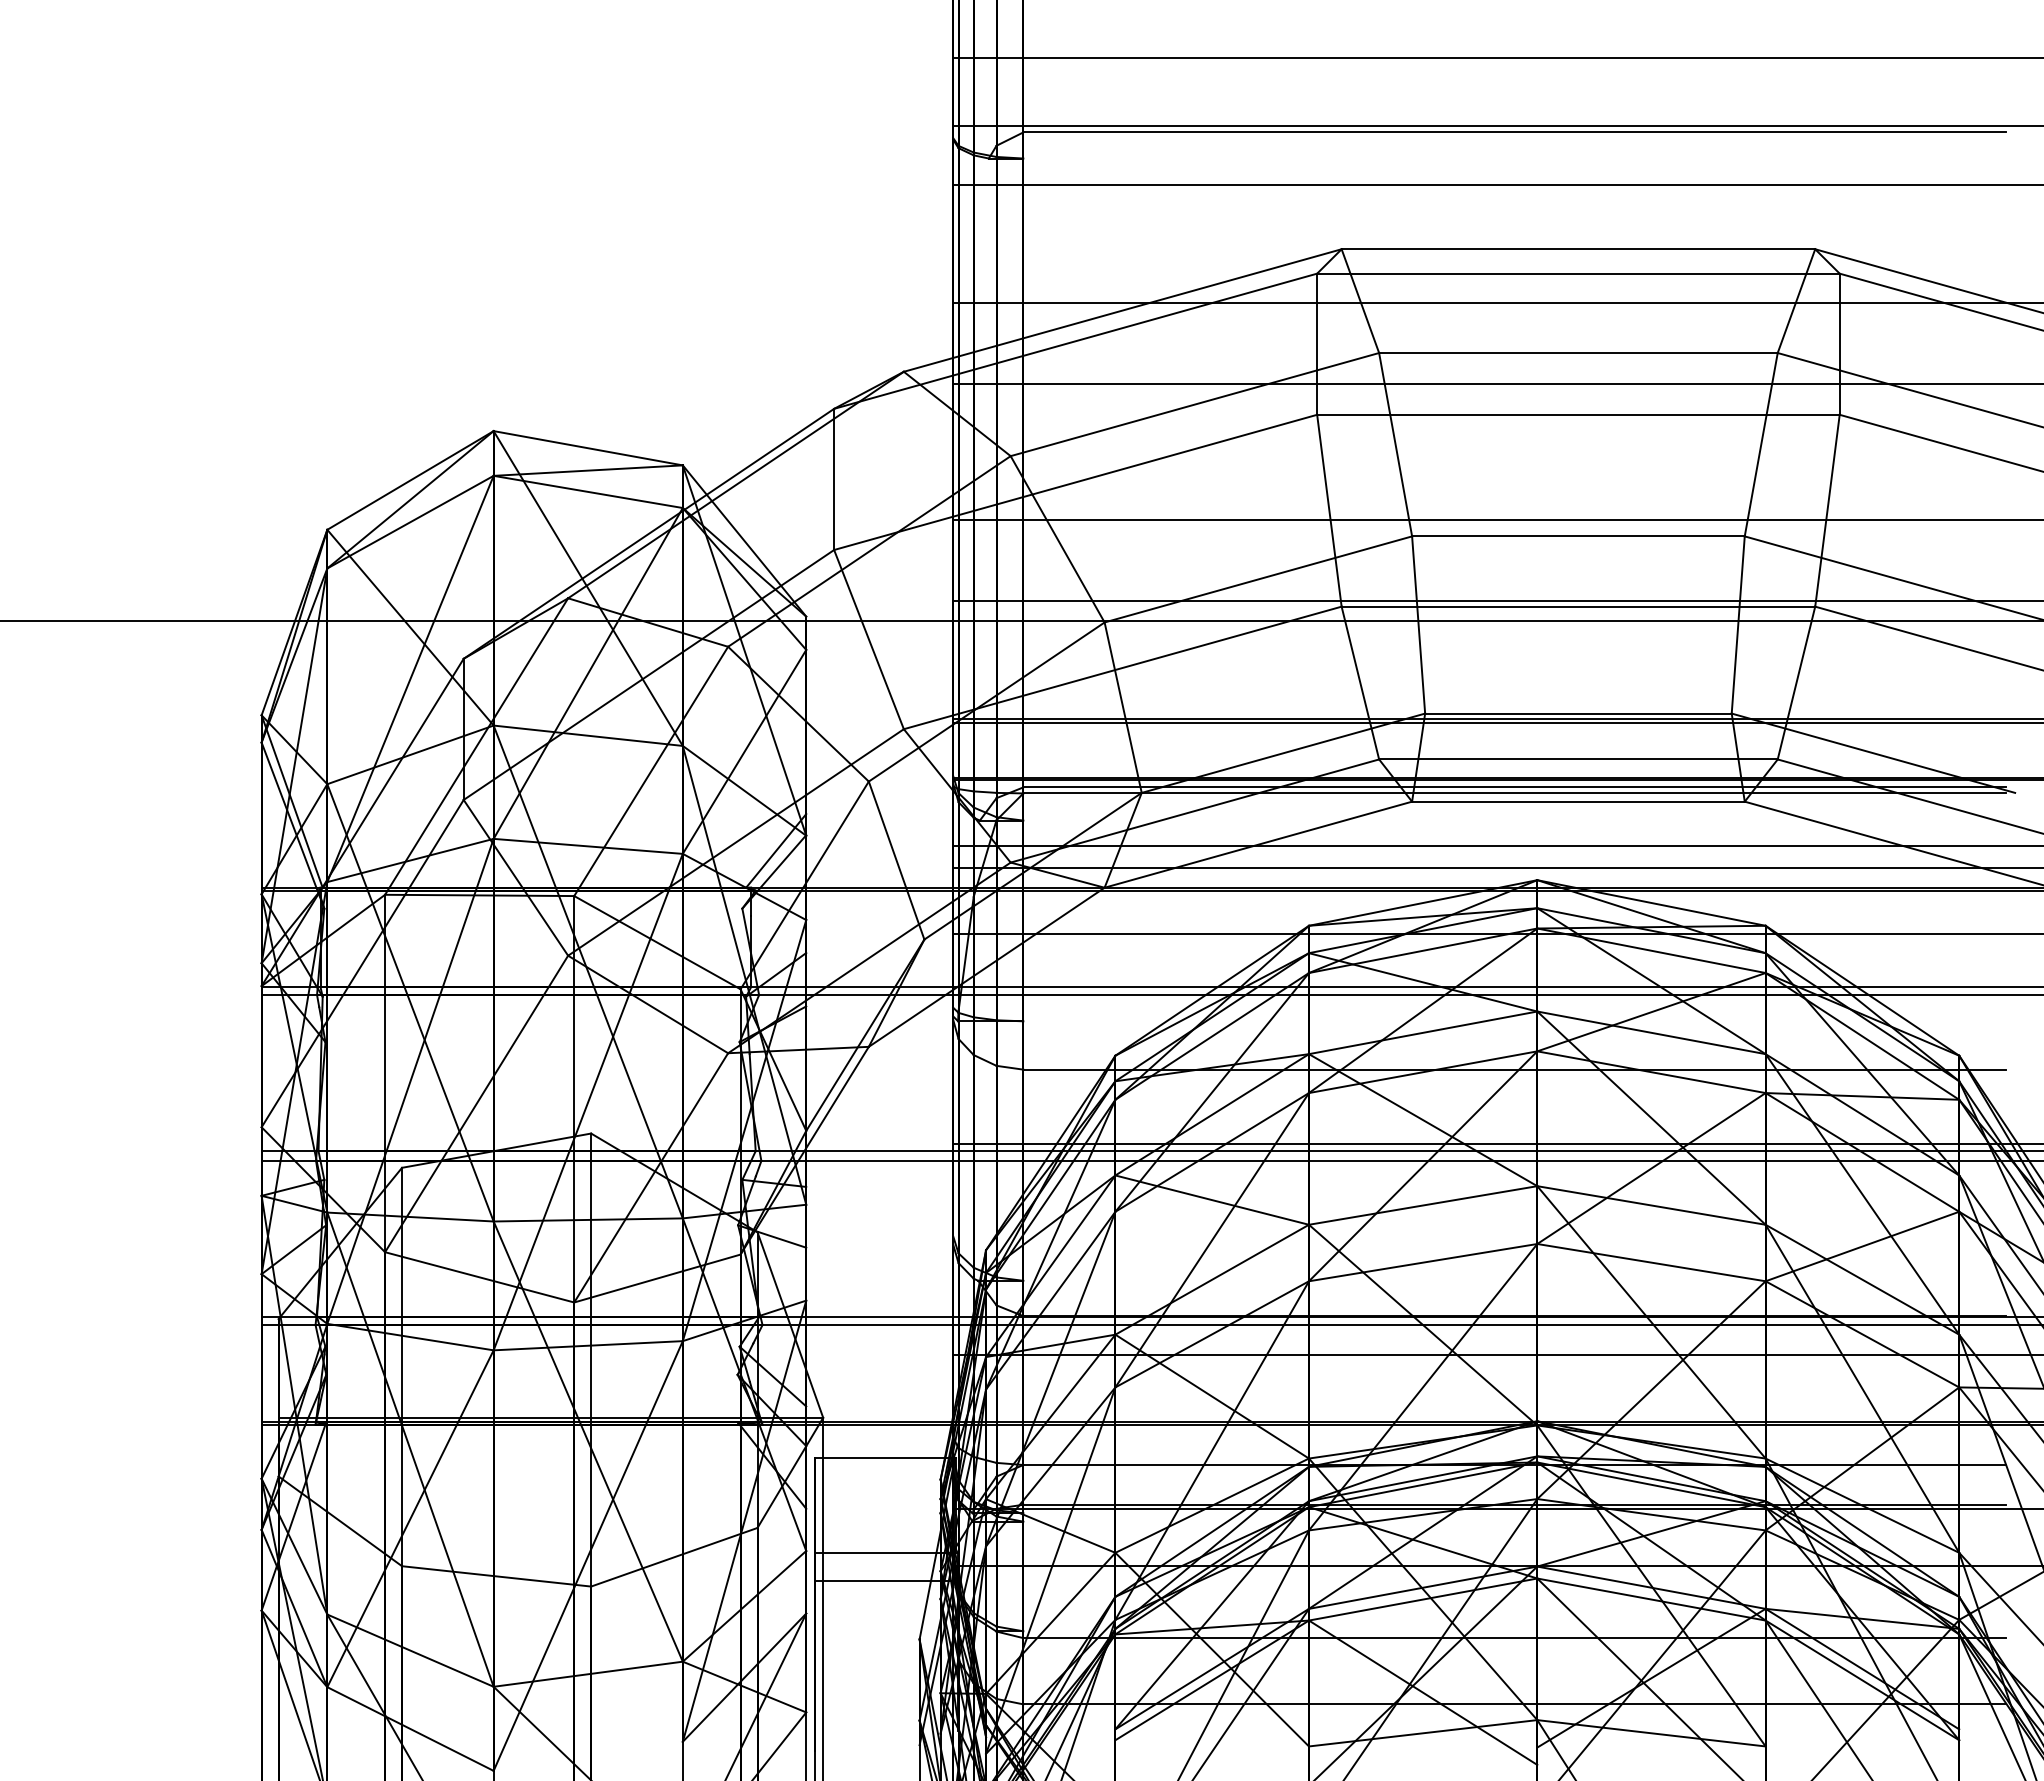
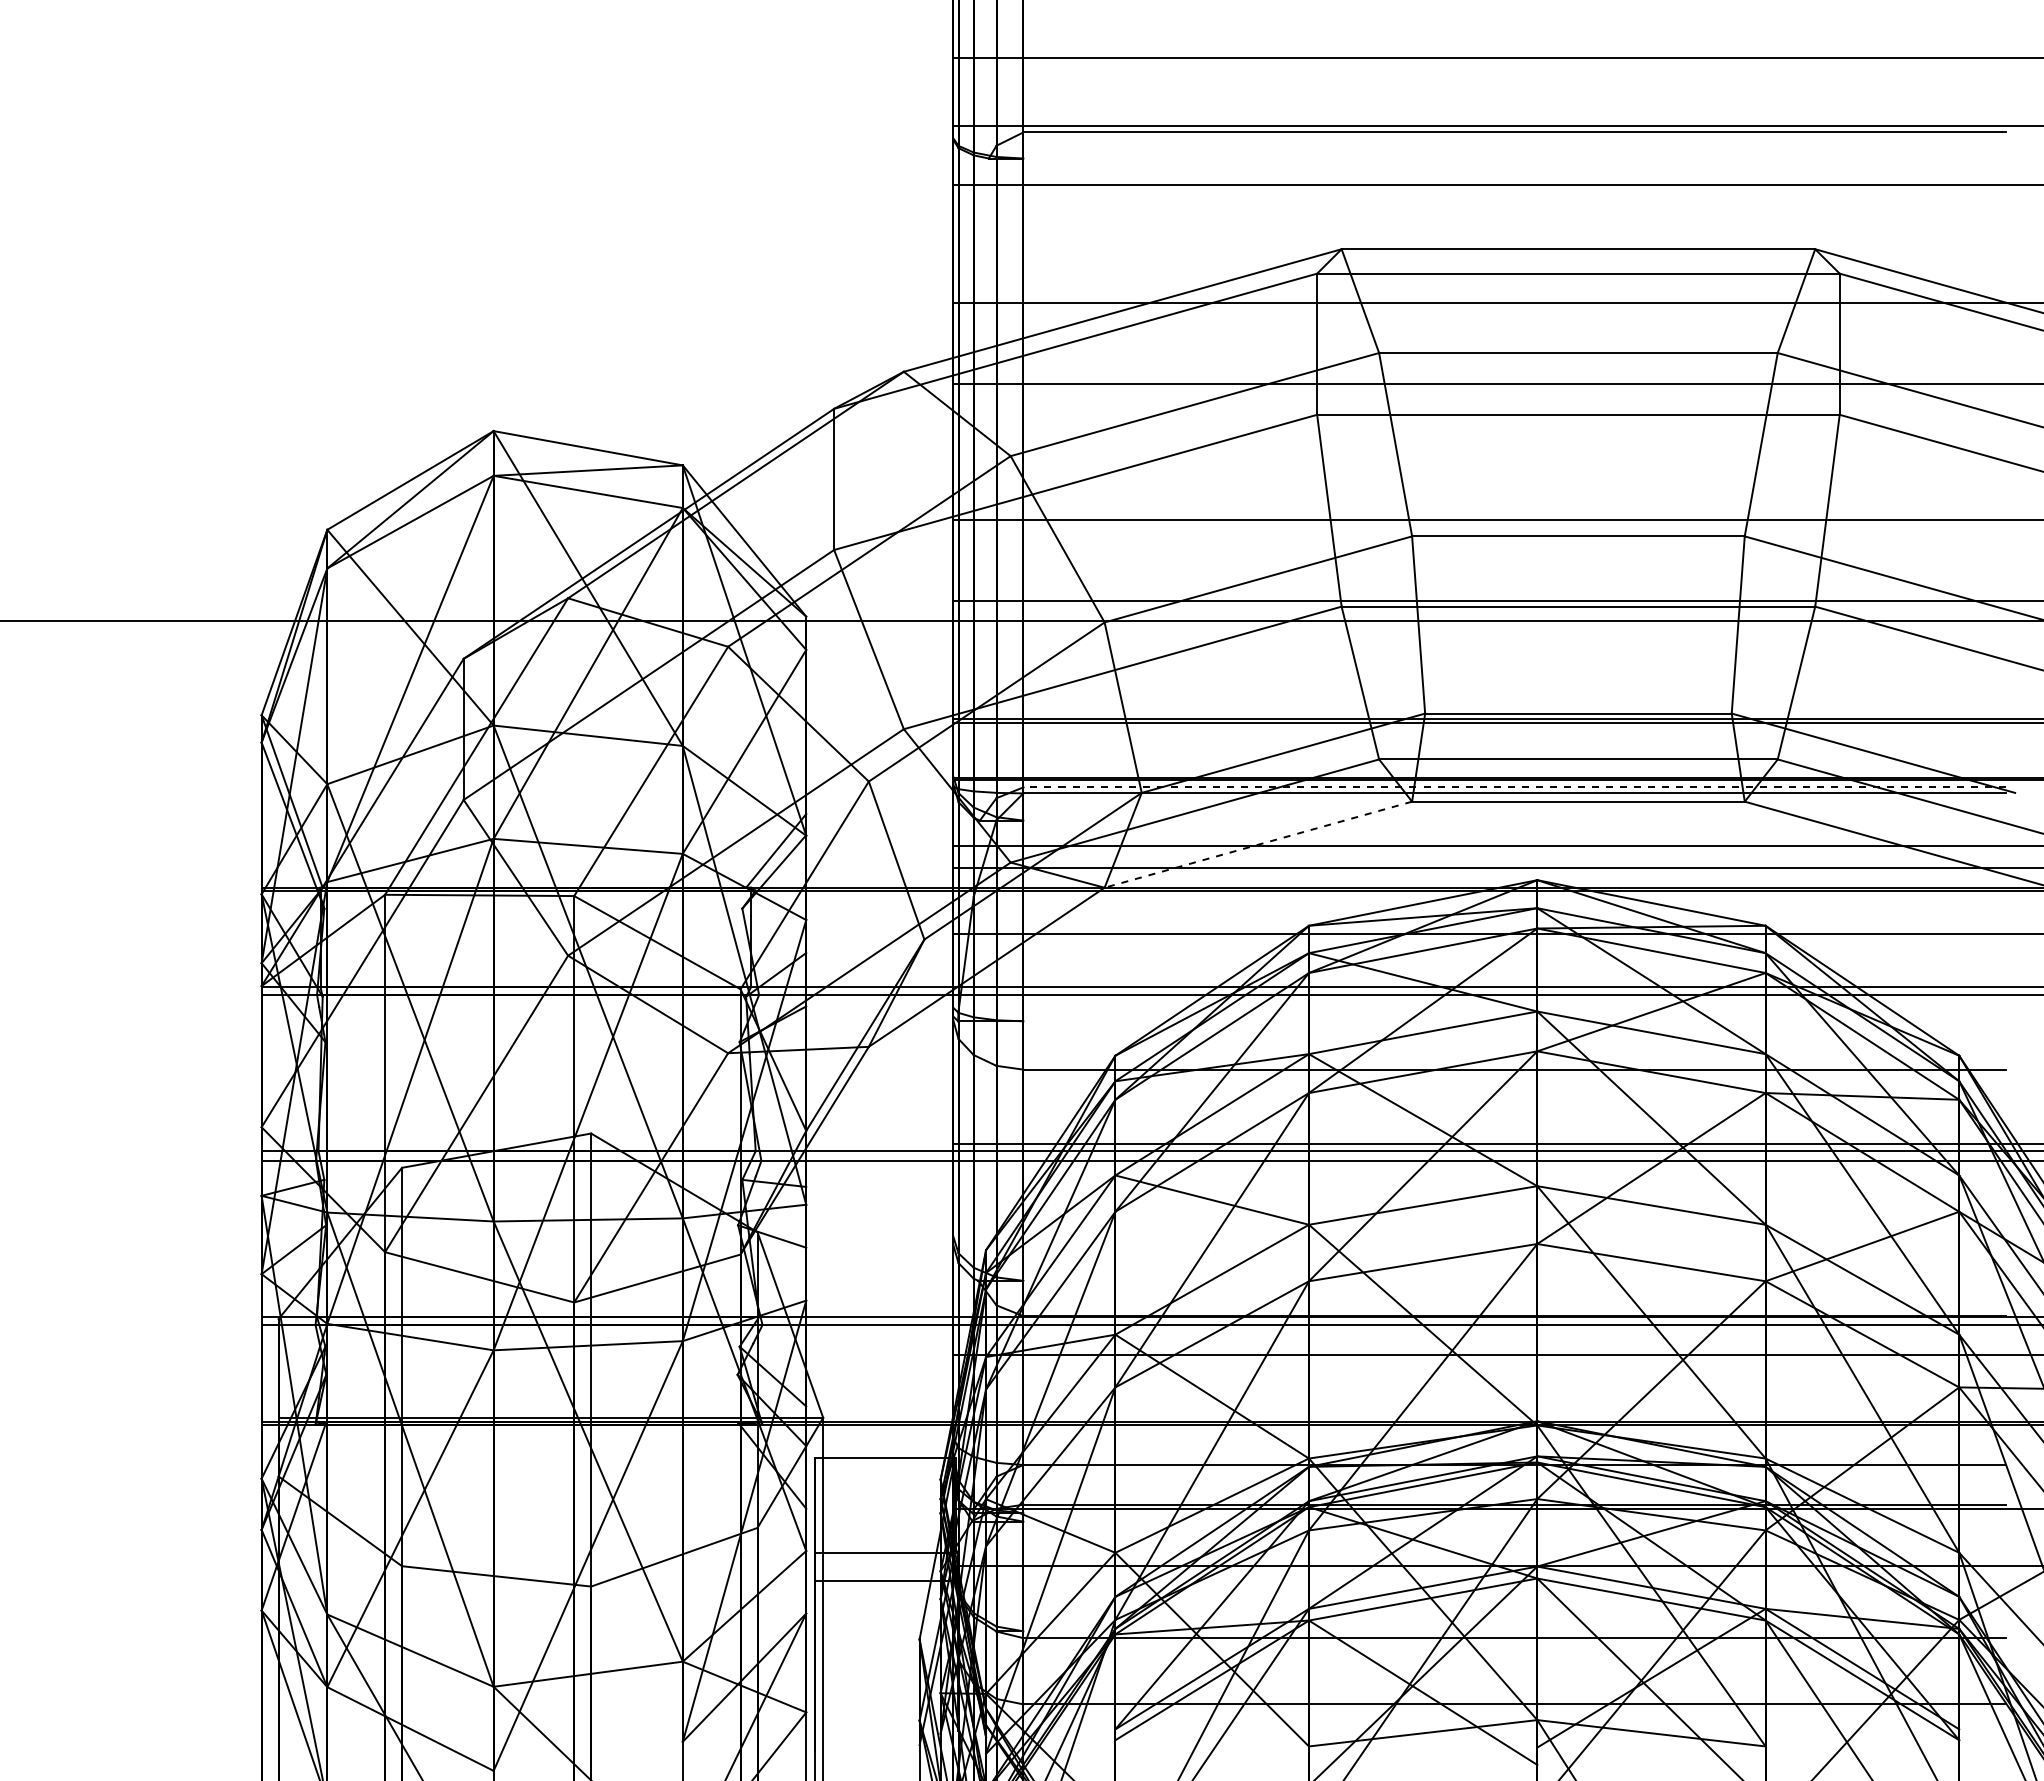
line at (1514, 787): solid -> dashed
line at (1258, 844): solid -> dashed
